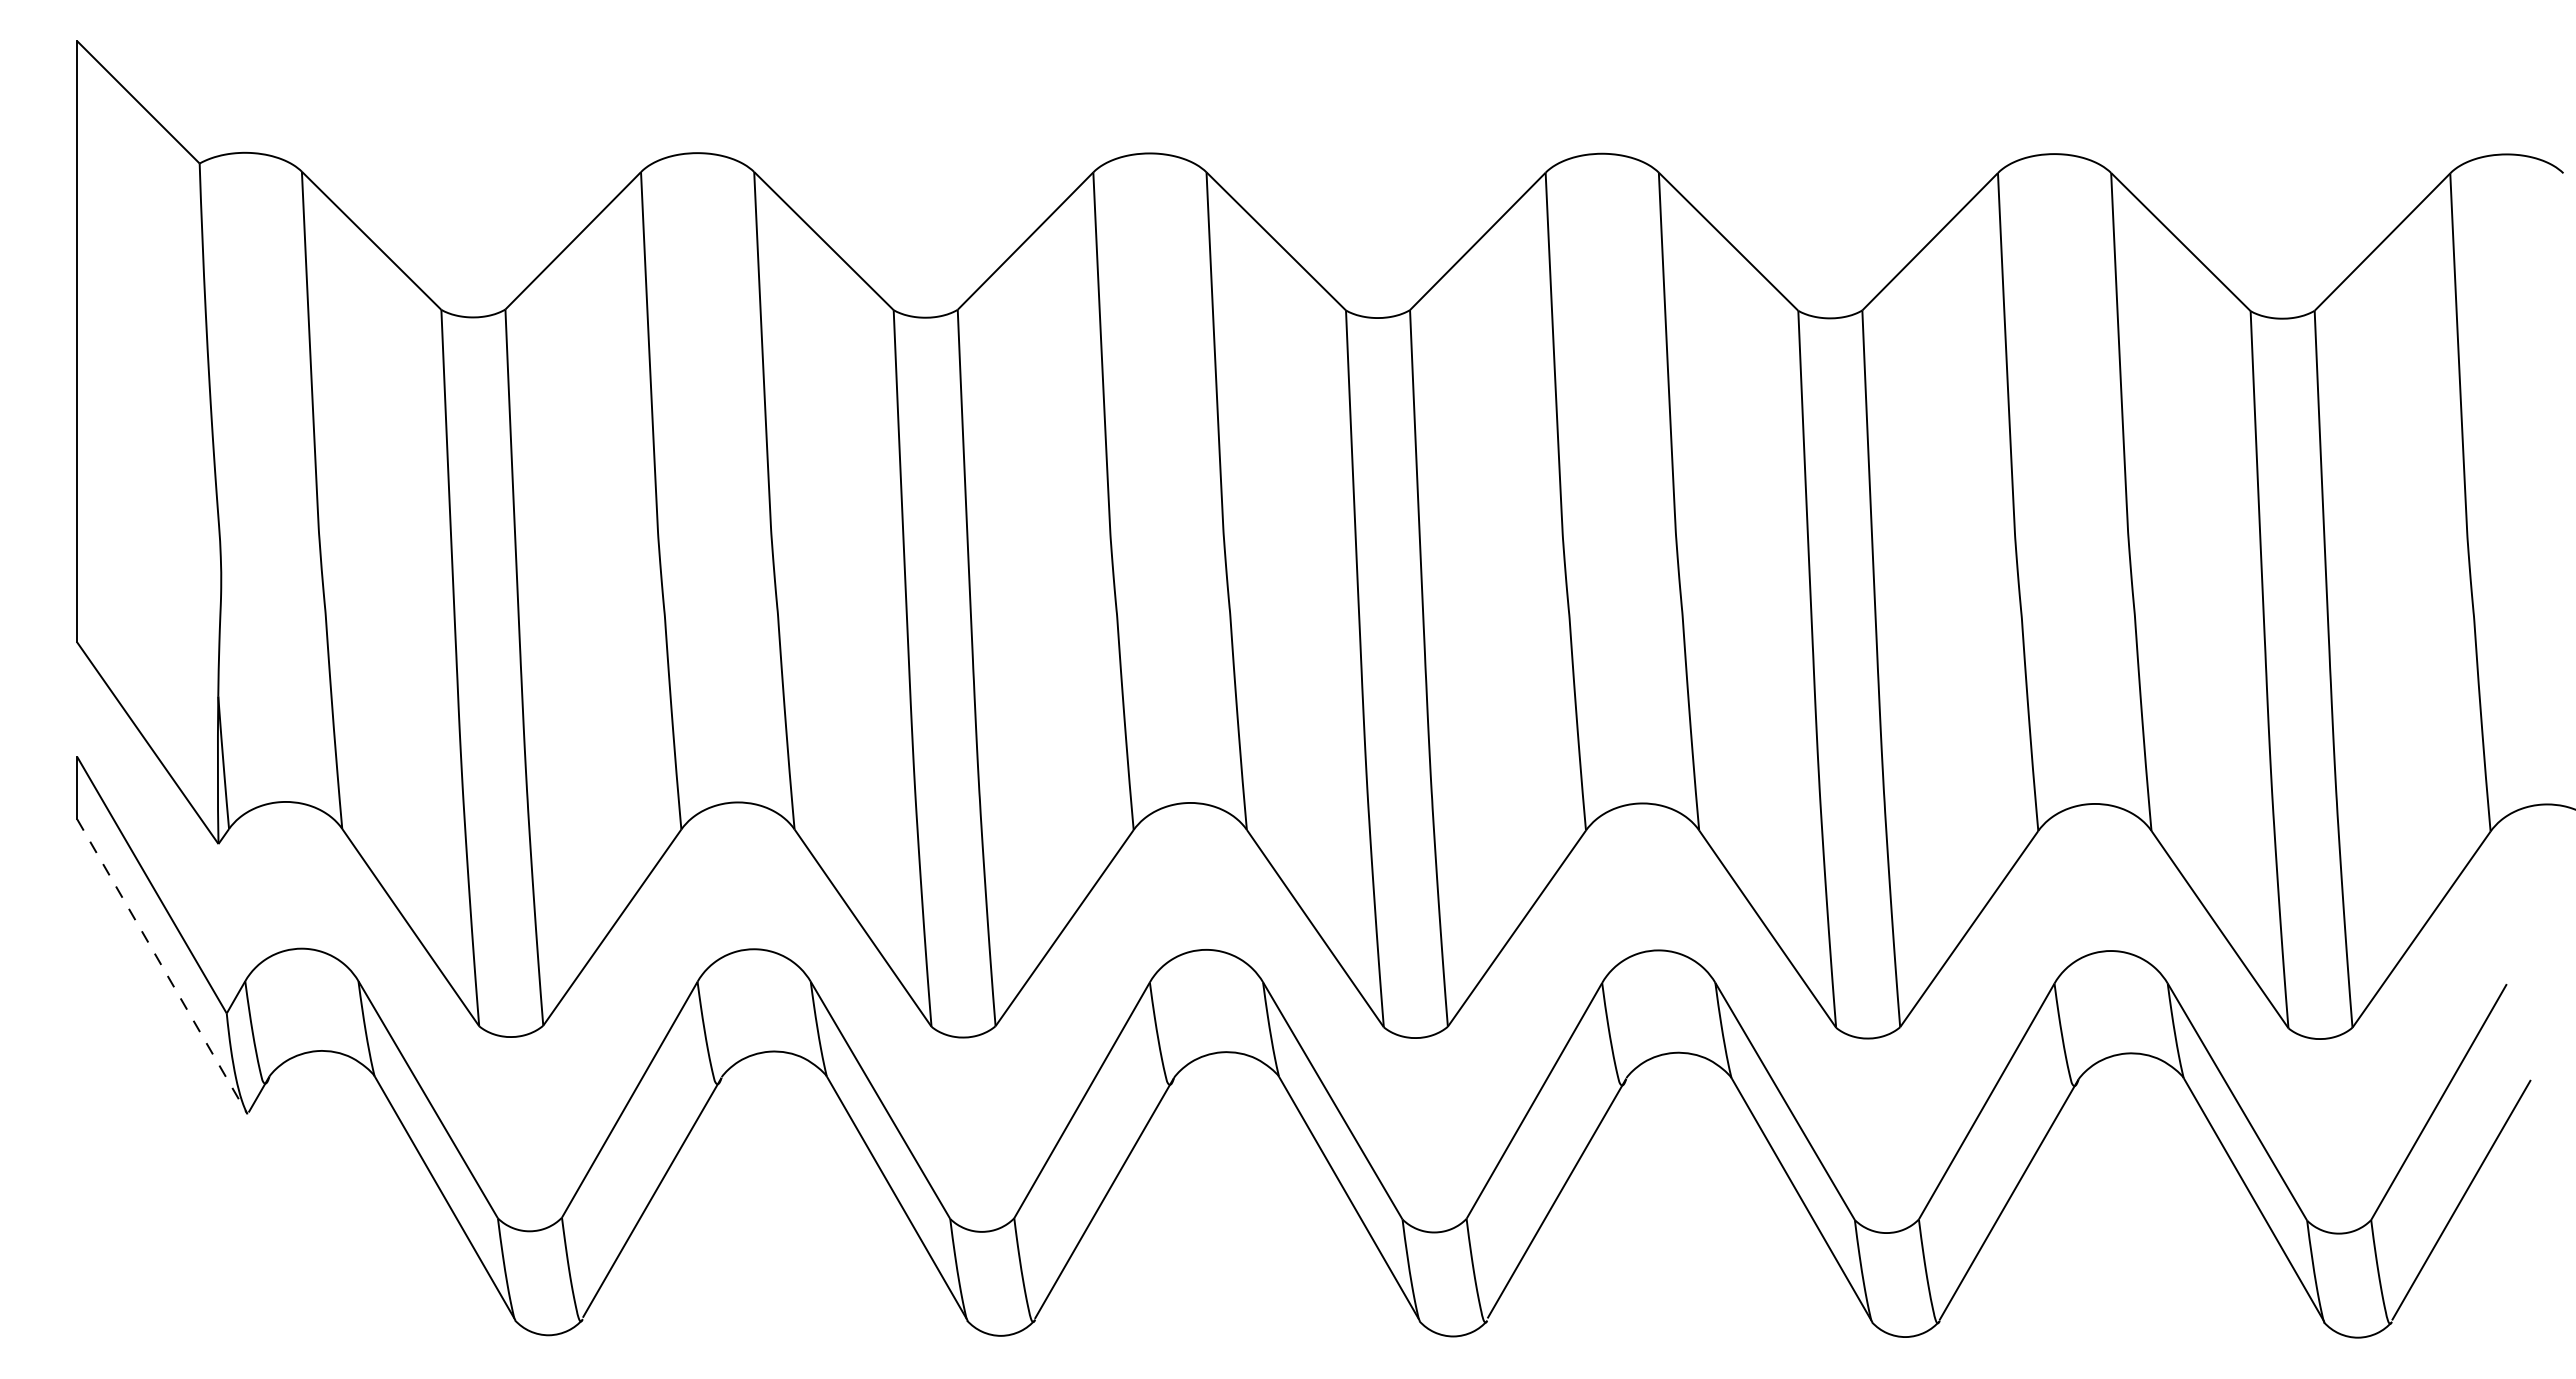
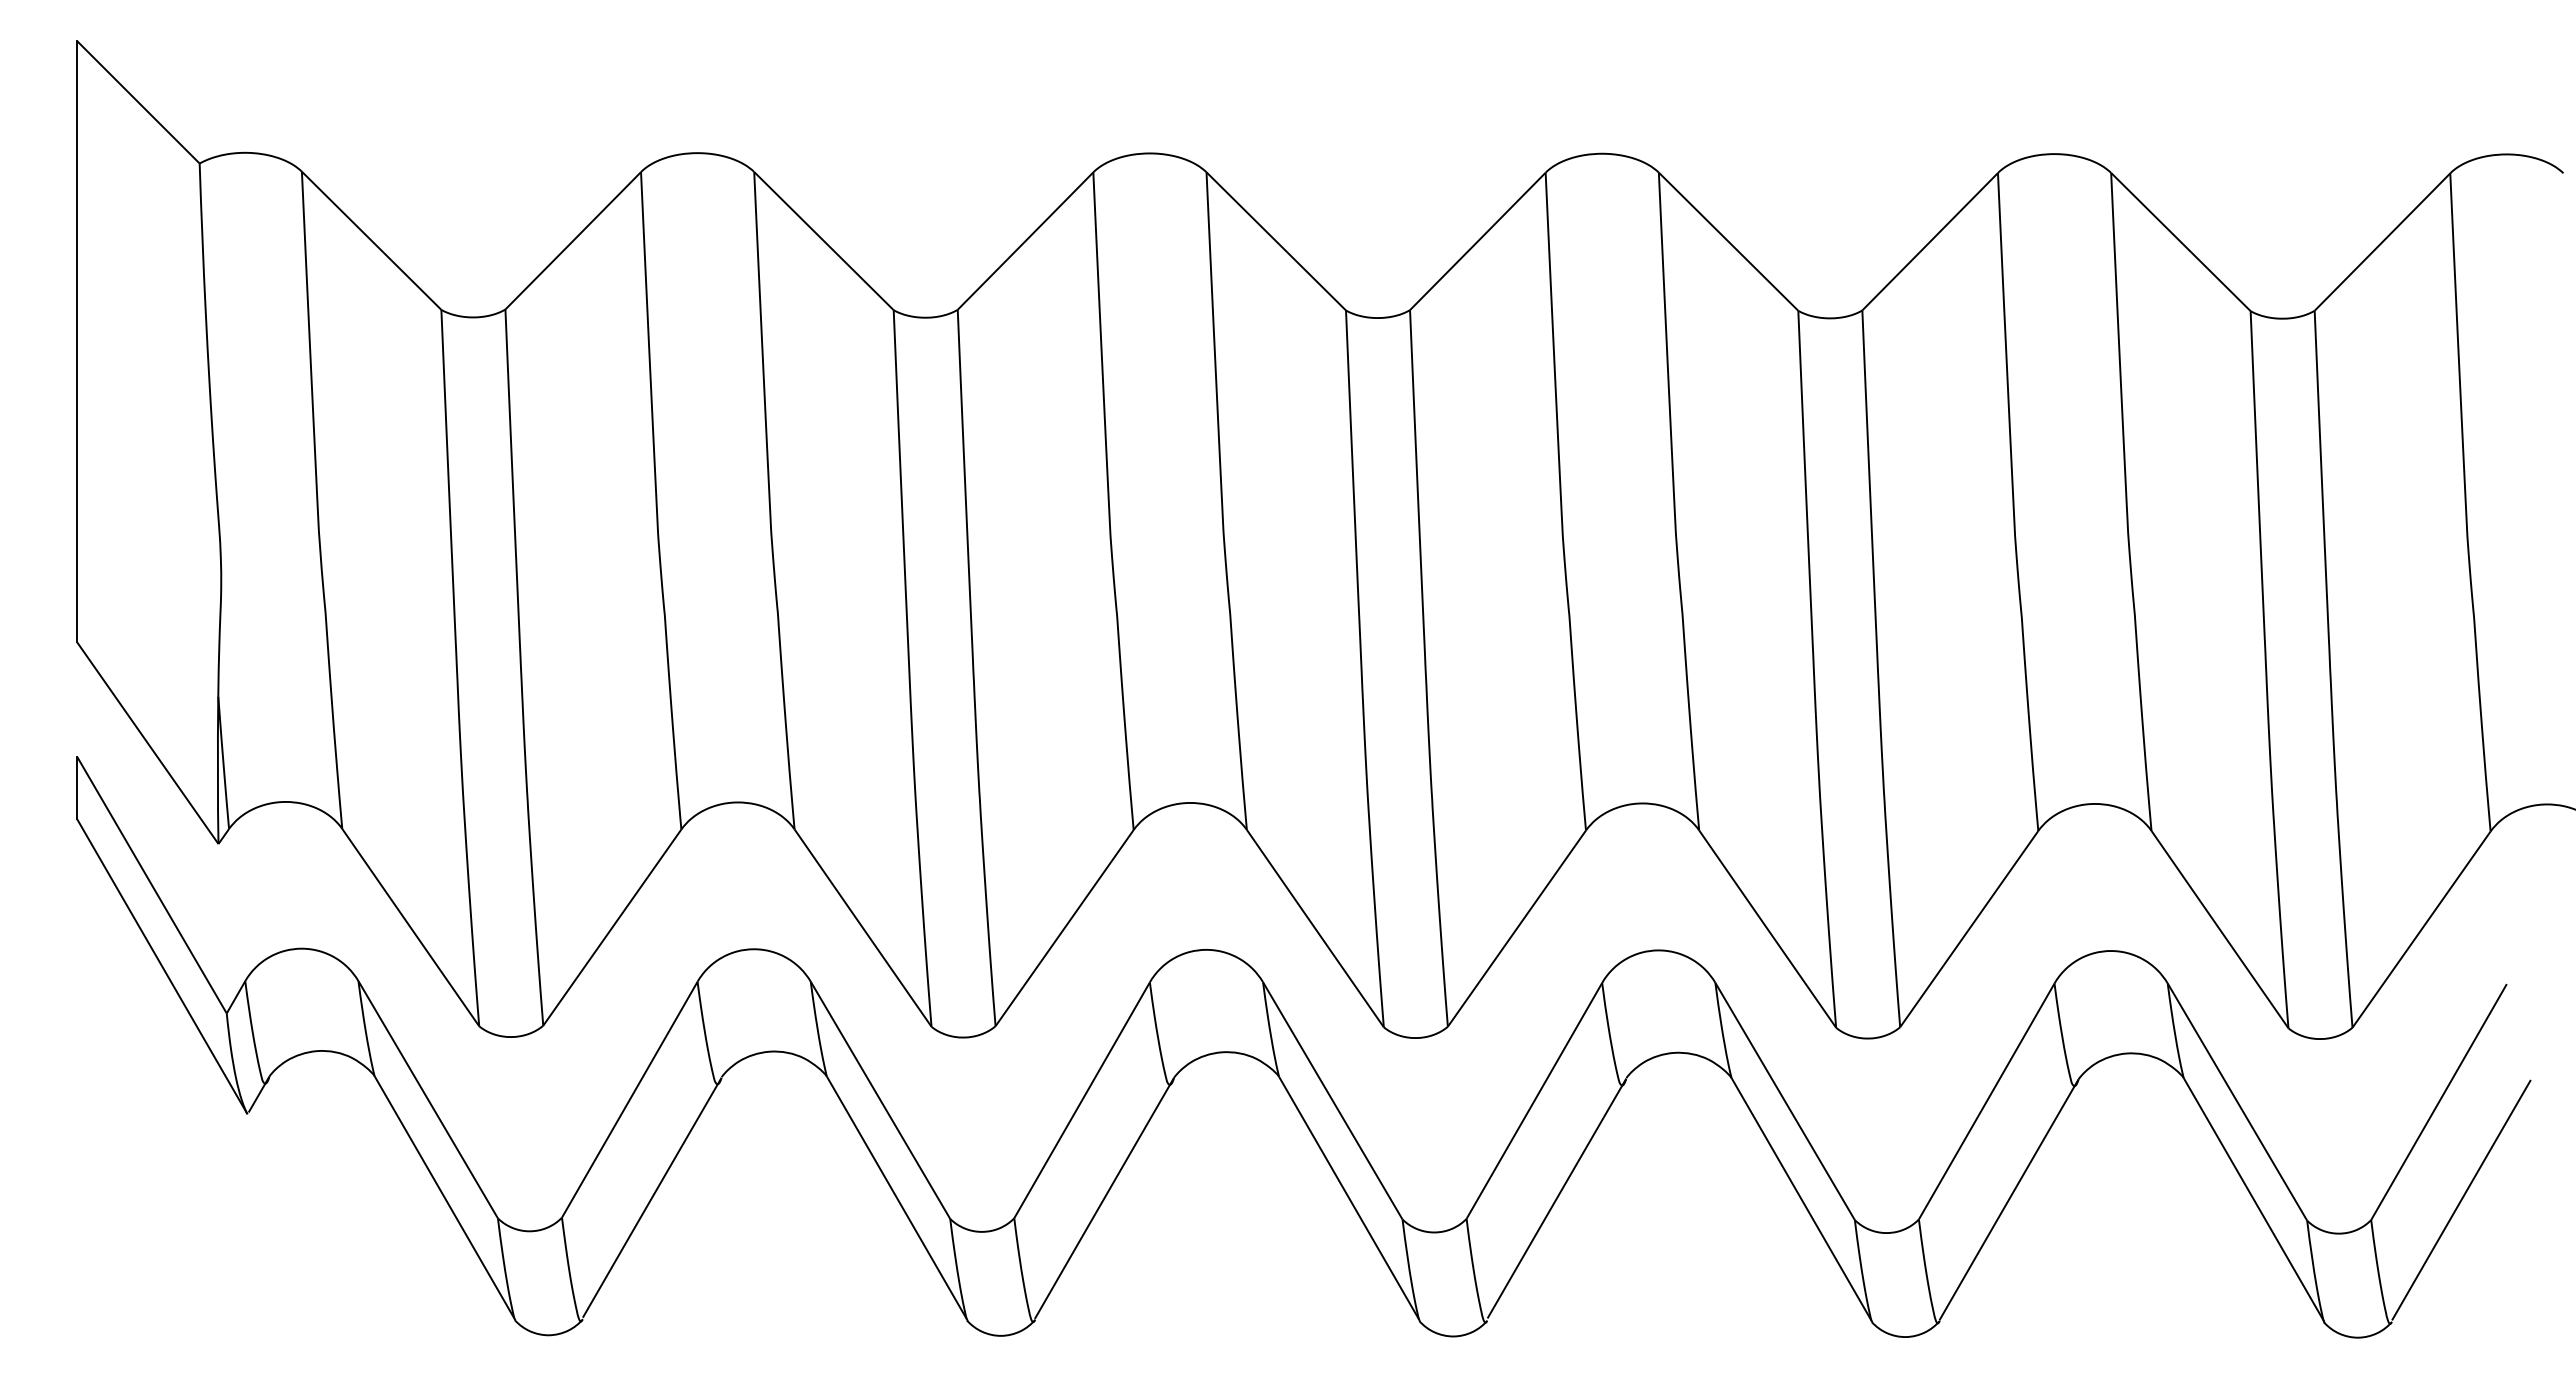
line at (162, 966): dashed -> solid
